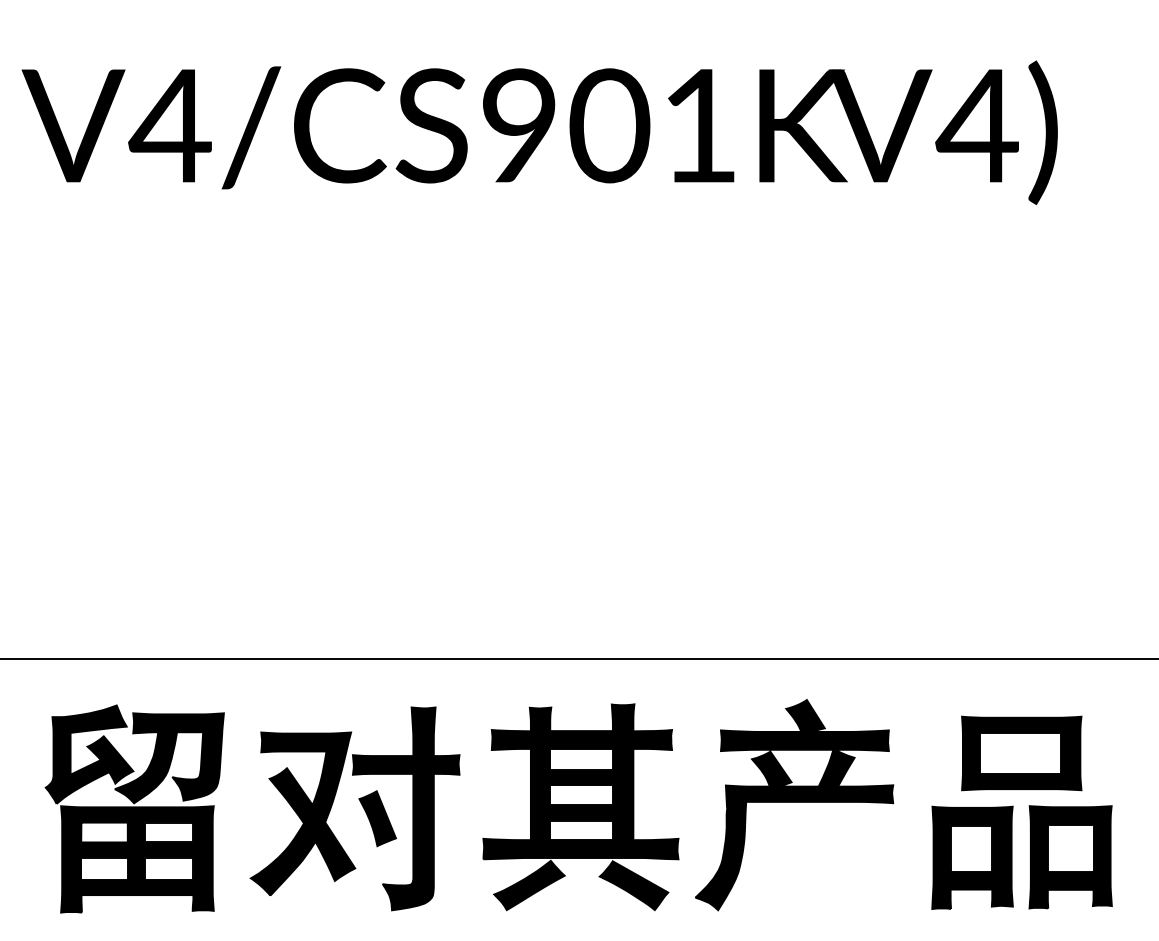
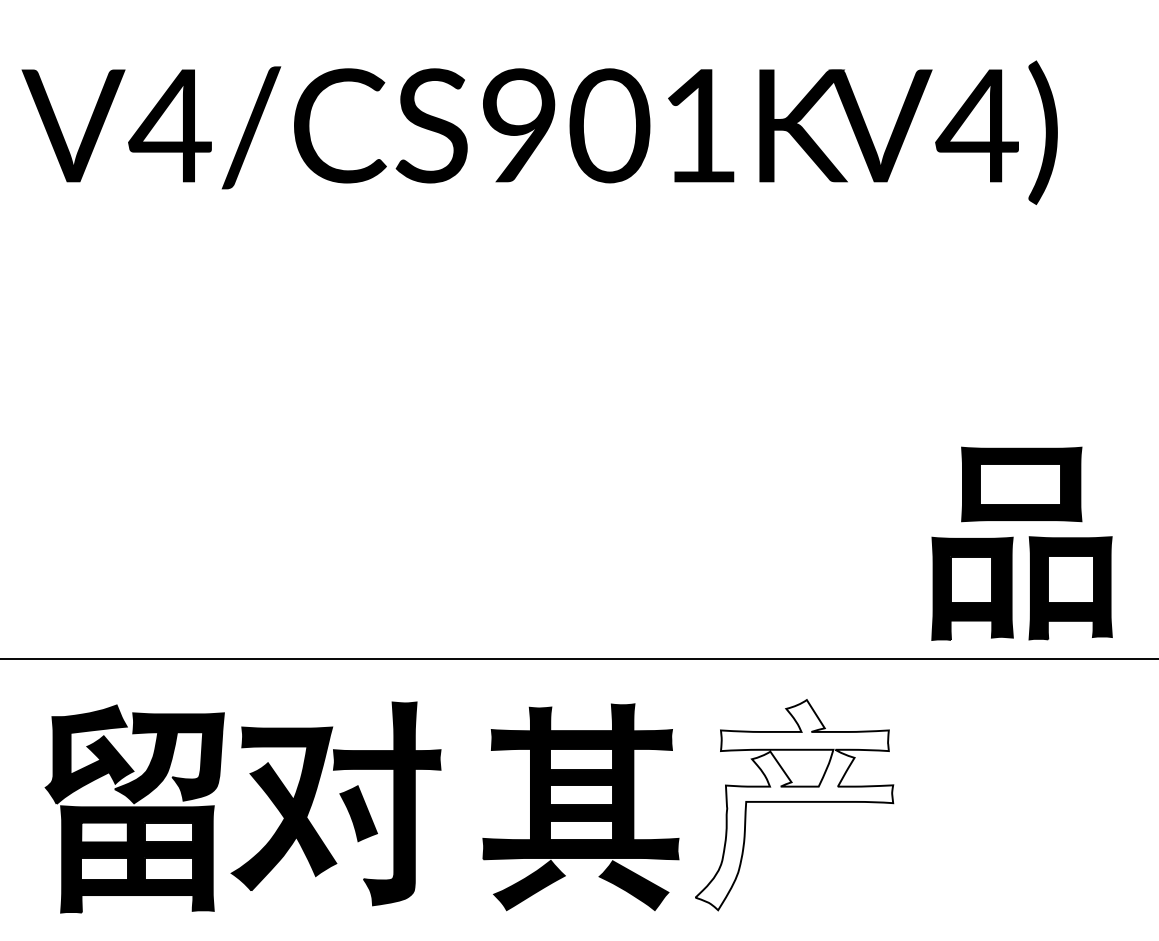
part at (361, 805) position: (361, 805) -> (342, 800)
fill at (794, 805): present -> none
part at (1029, 812) position: (1029, 812) -> (1029, 543)
